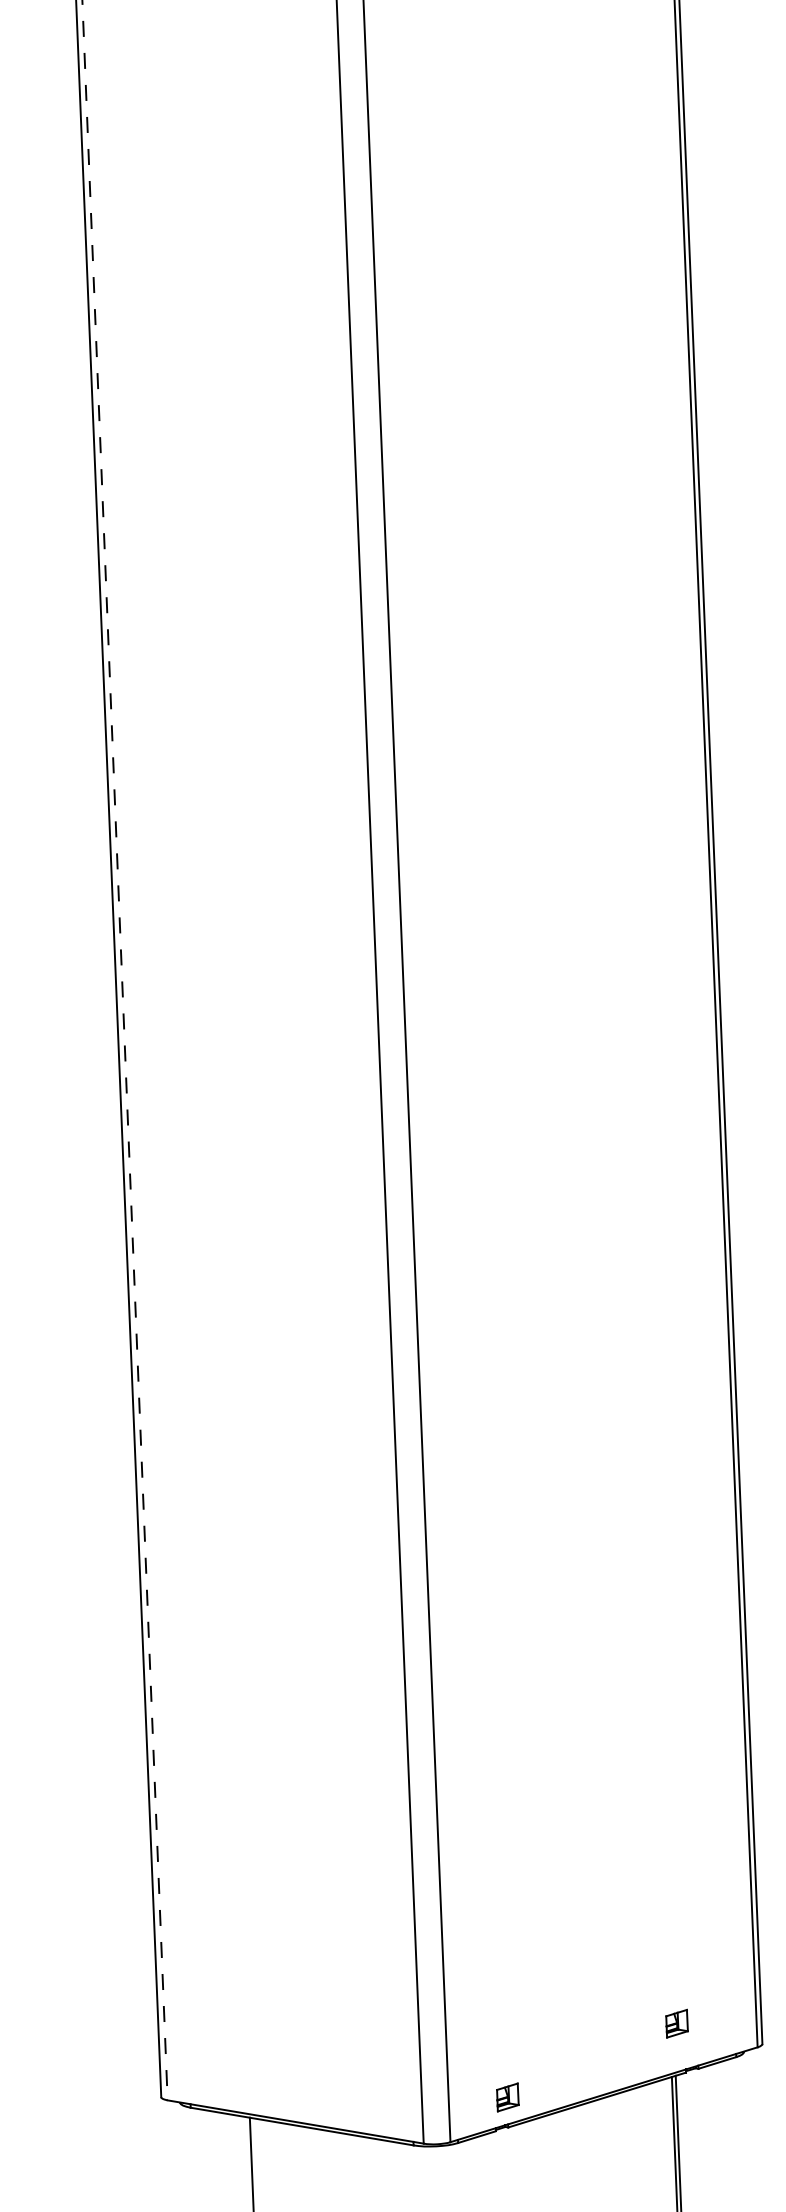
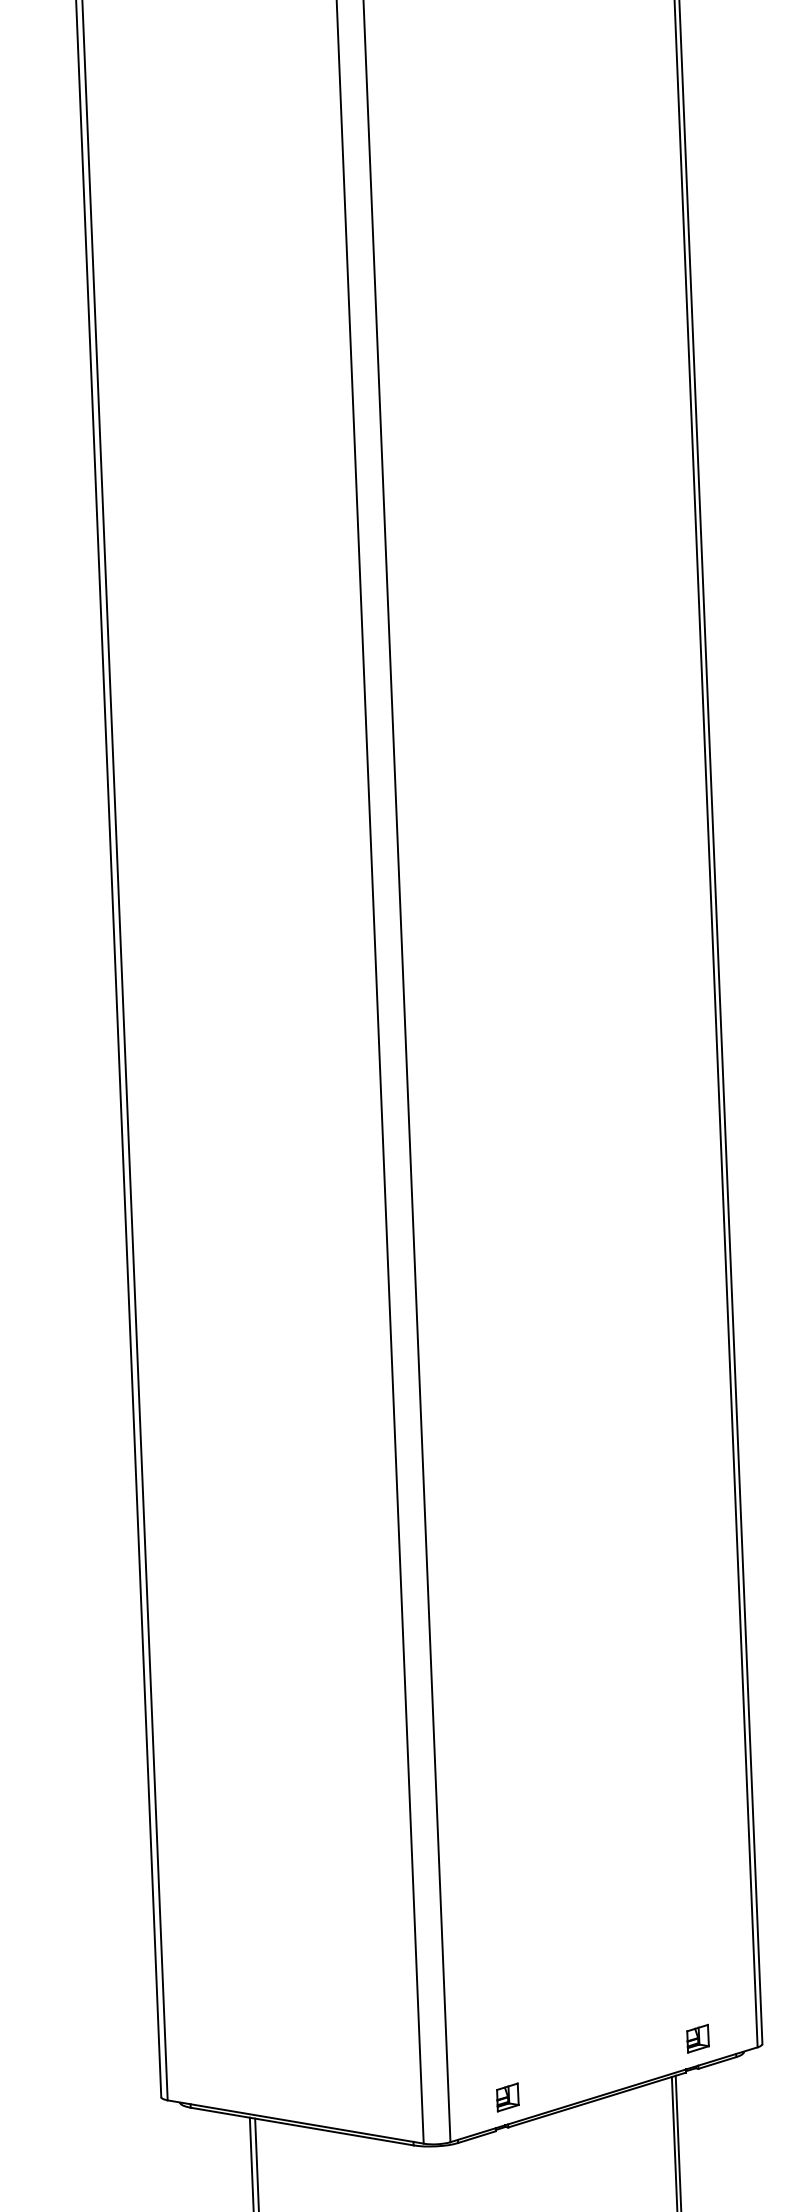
line at (125, 1050): dashed -> solid
part at (676, 2023) position: (676, 2023) -> (697, 2038)
line at (256, 2163): none -> present
